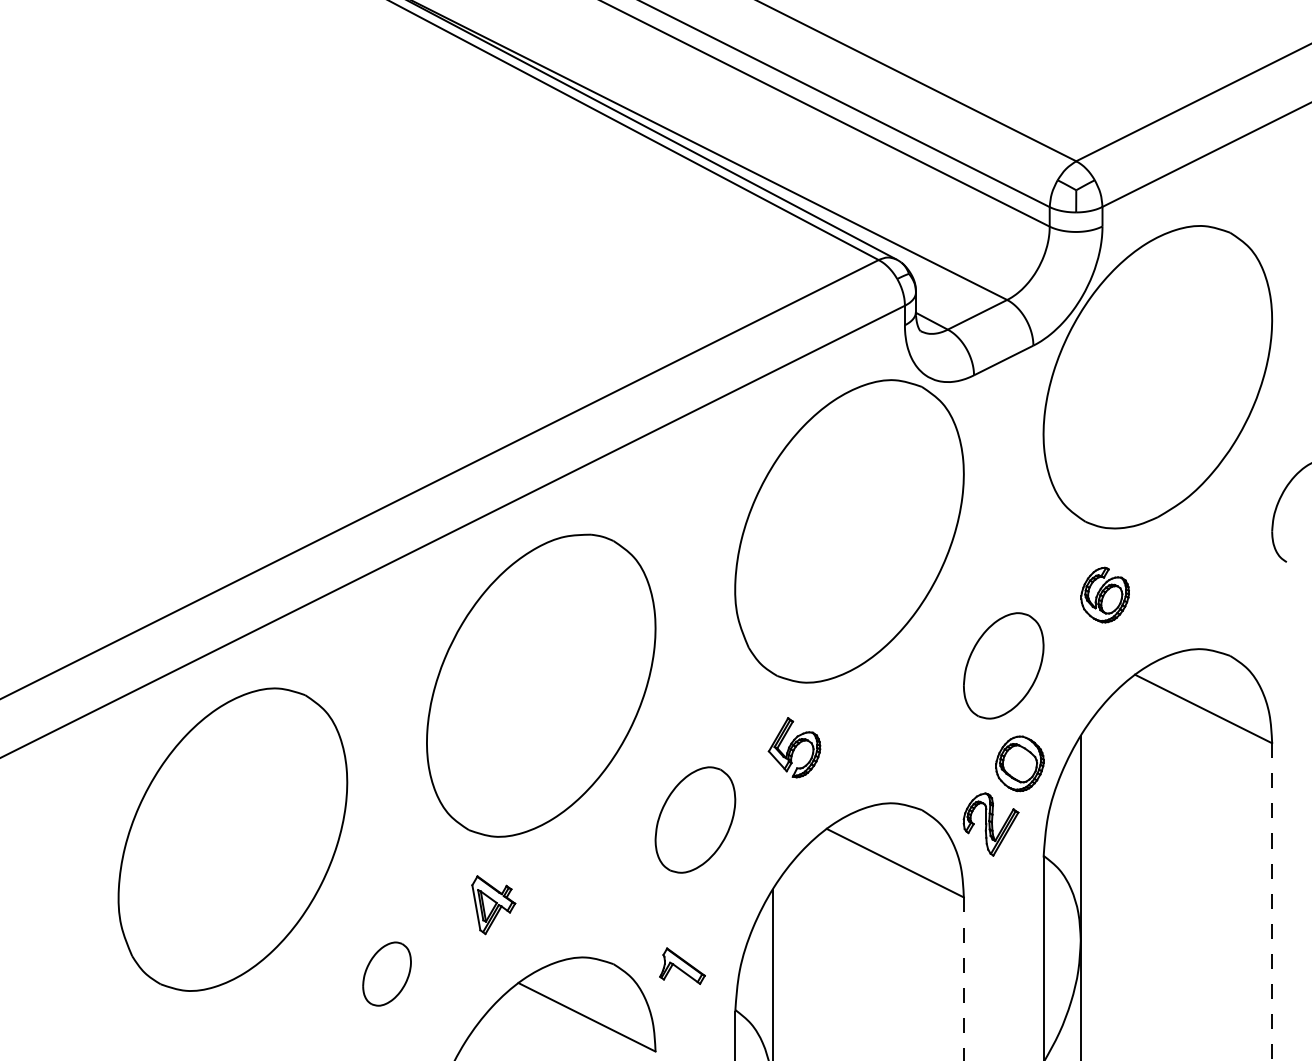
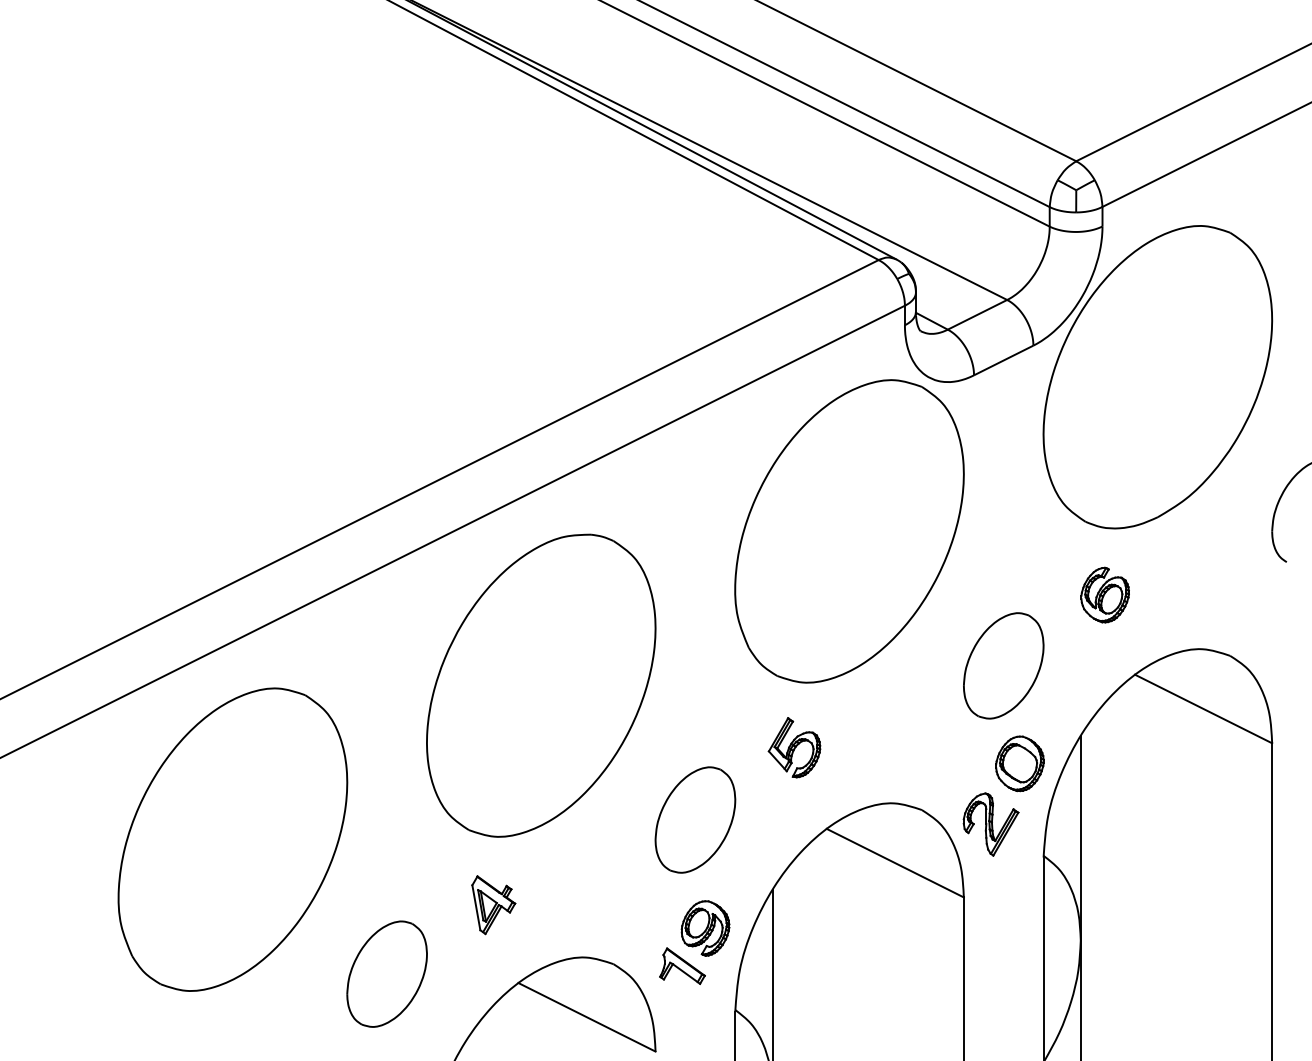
line at (1272, 902): dashed -> solid
part at (705, 928): none -> present
part at (386, 973) size: 50x66 px -> 82x108 px
line at (963, 979): dashed -> solid
